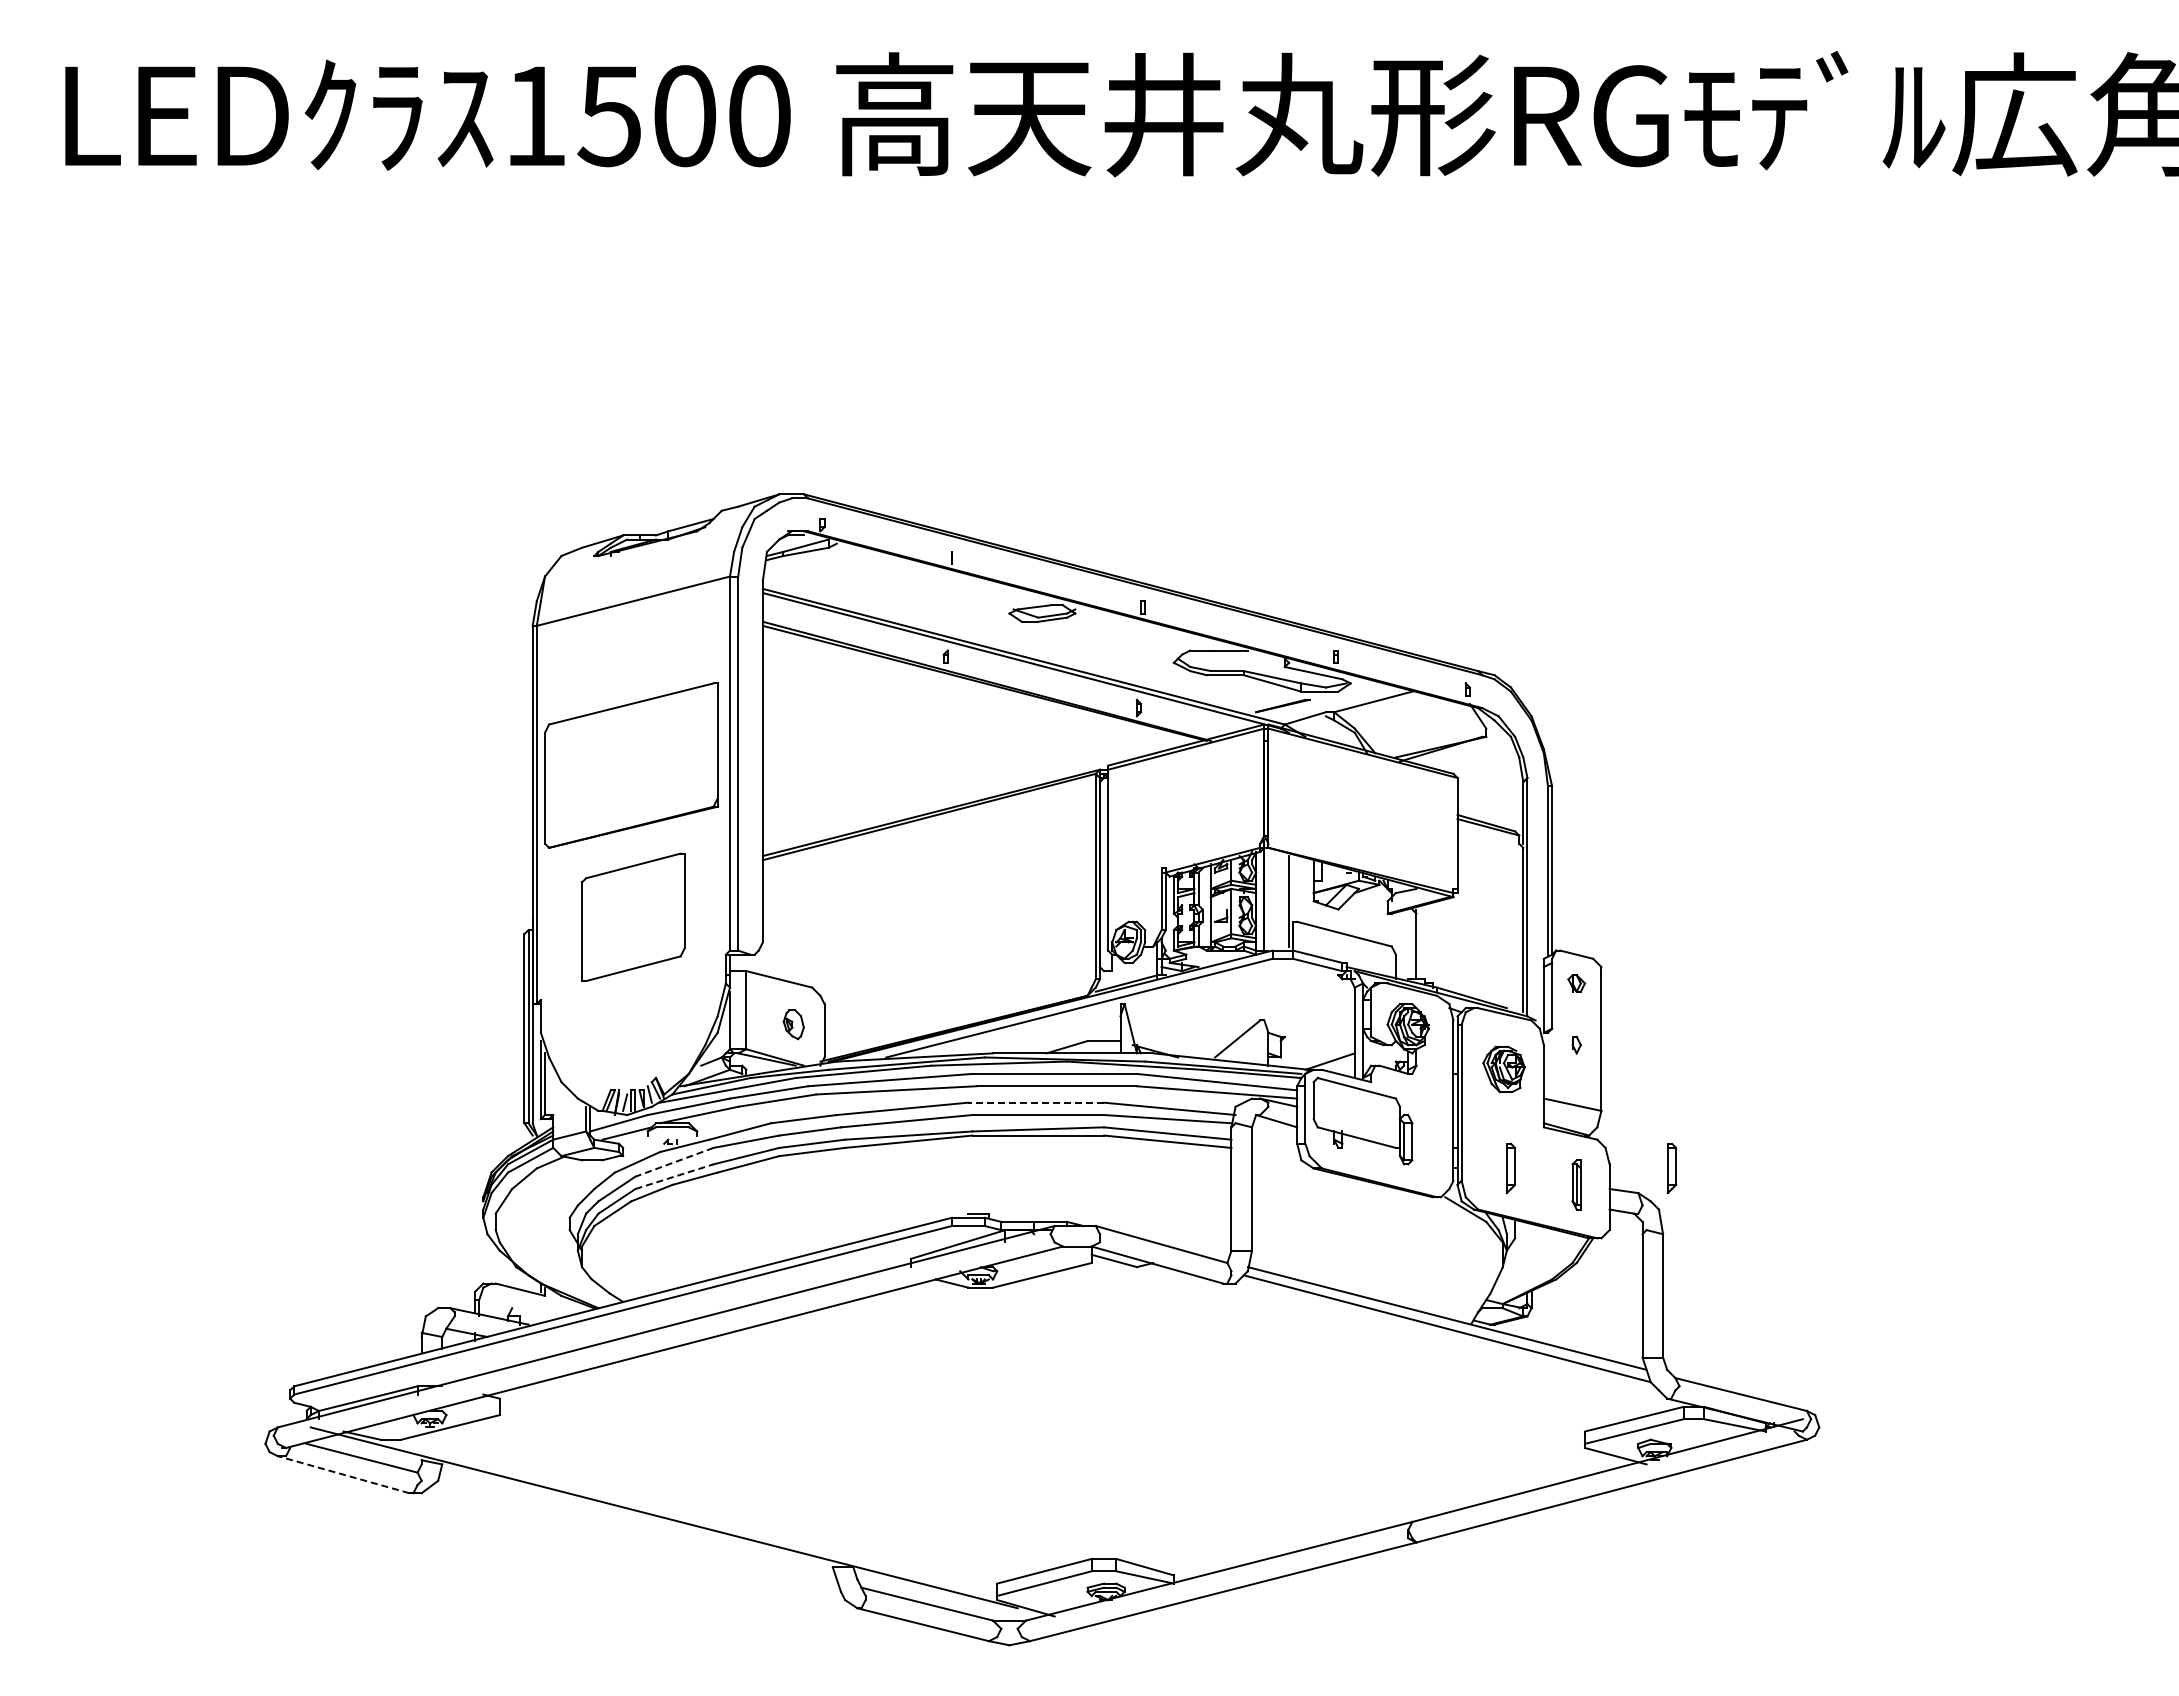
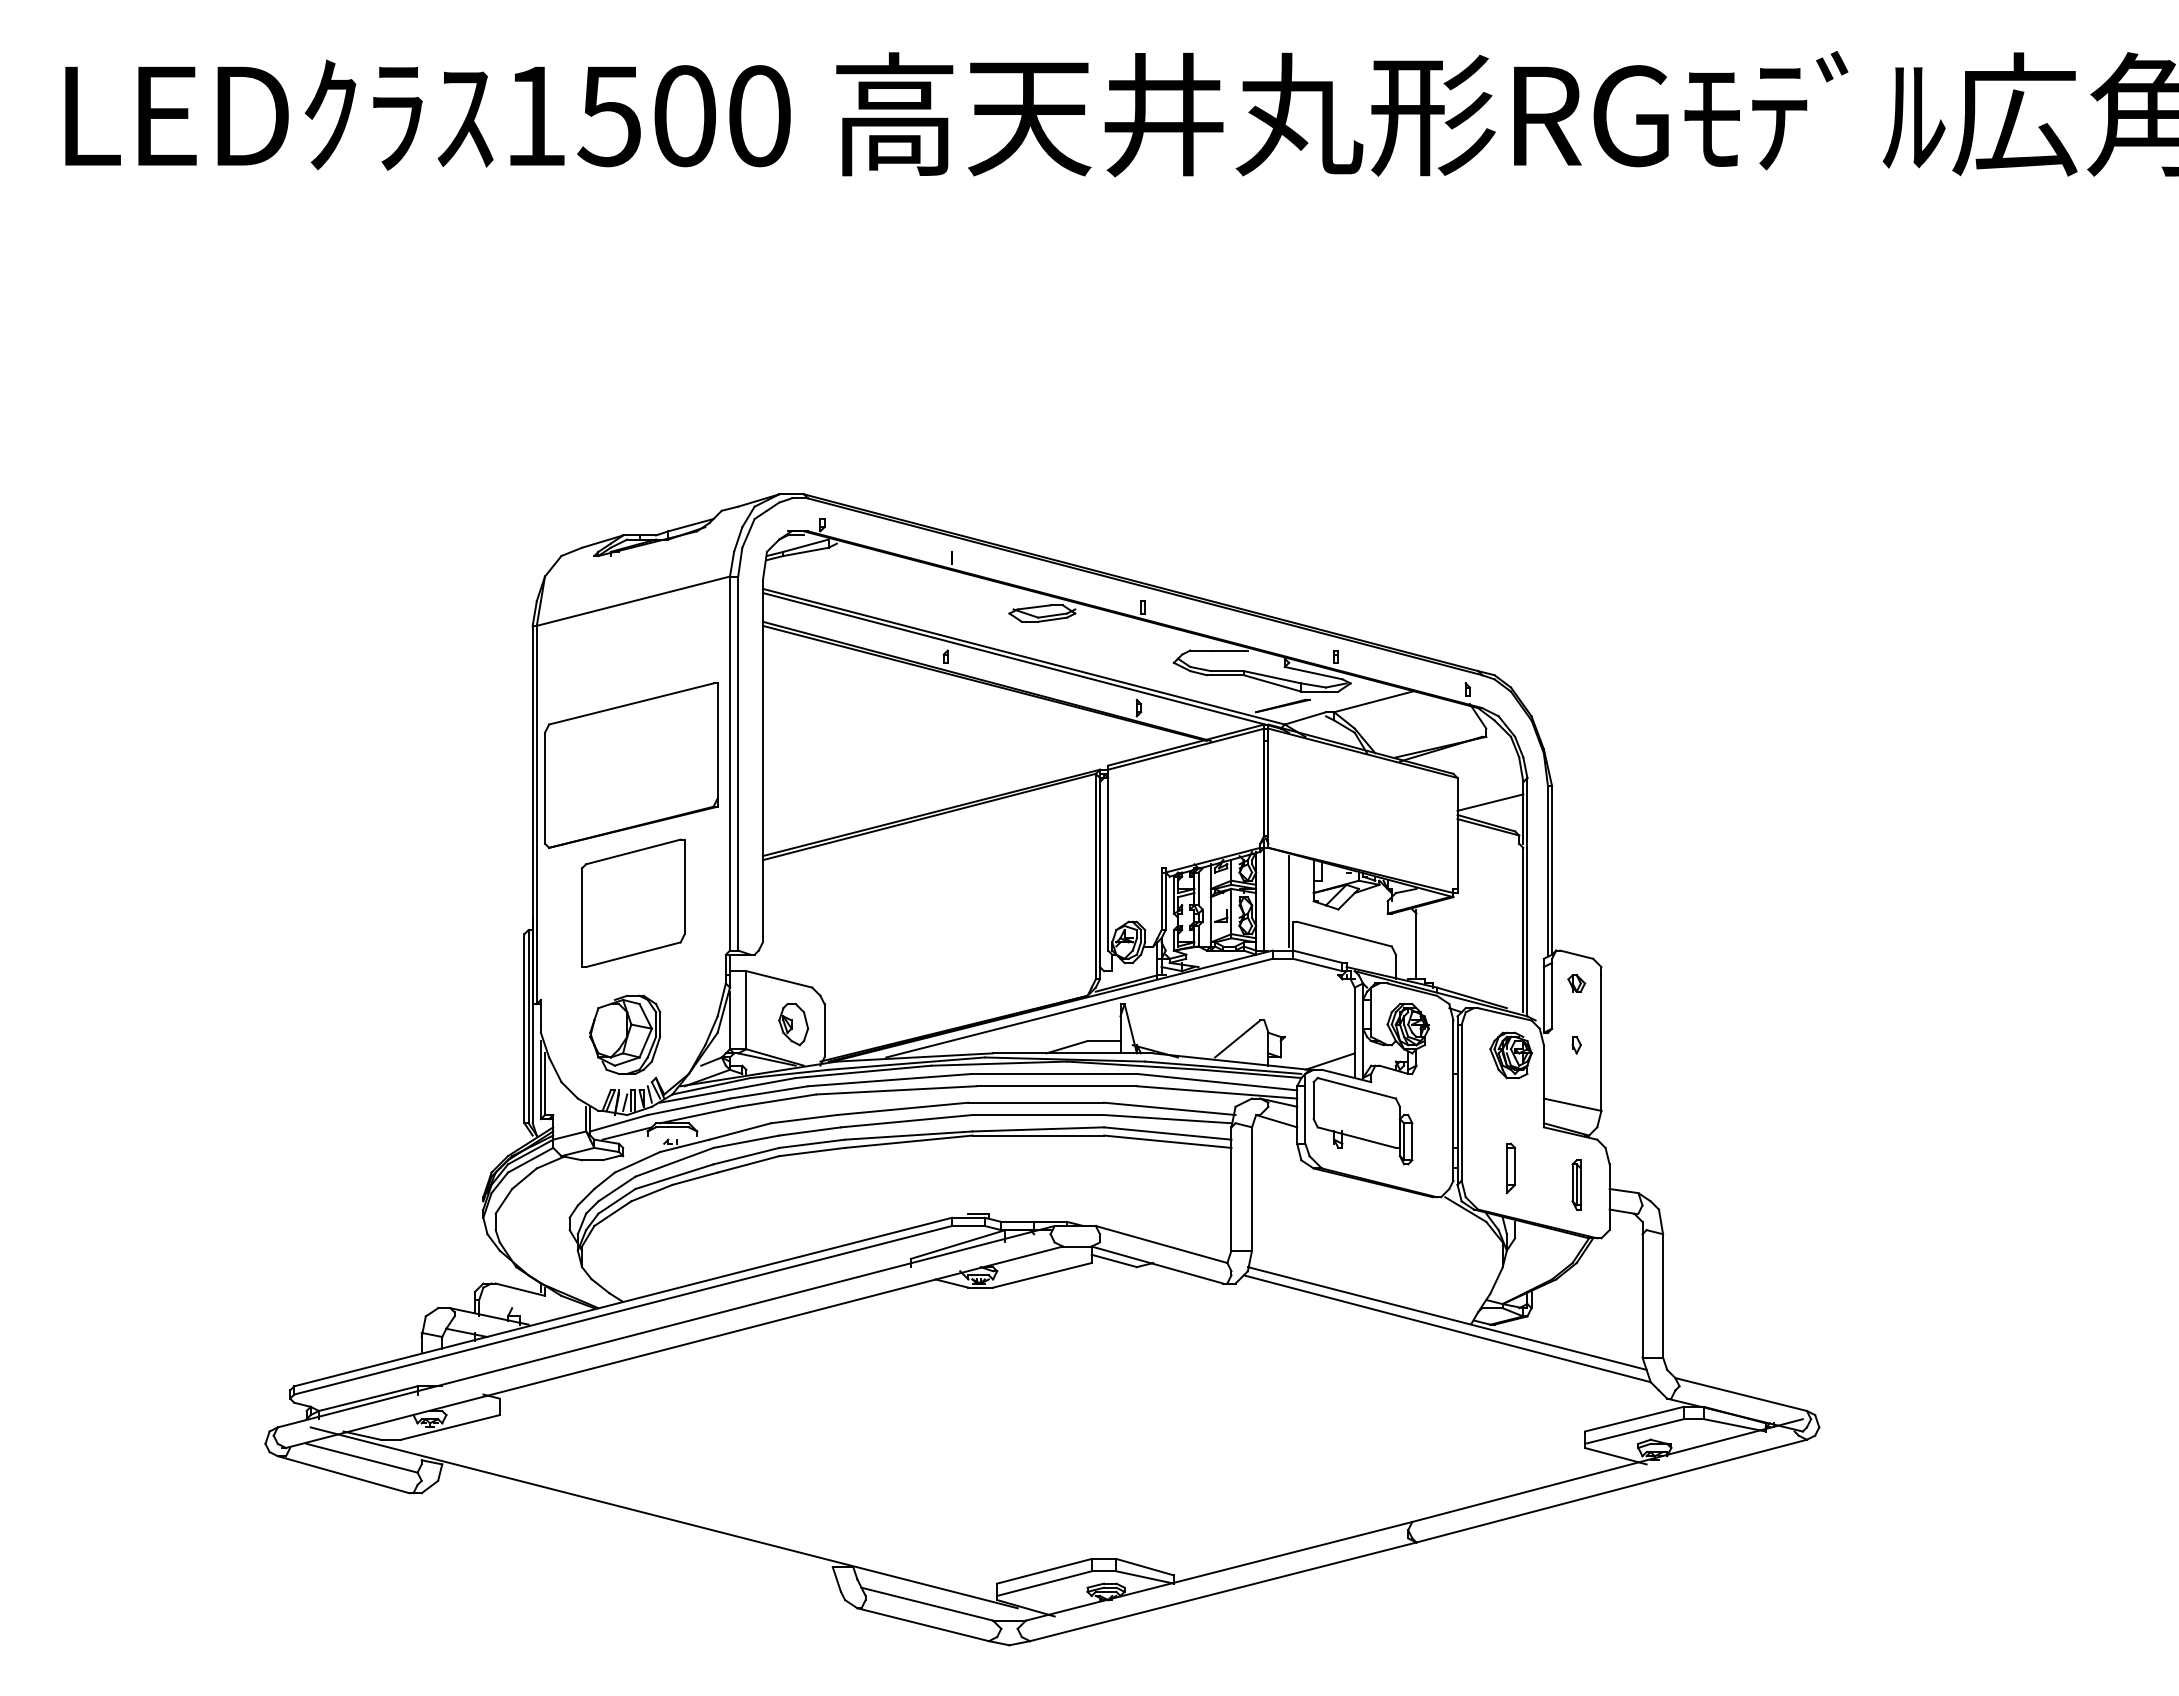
line at (1490, 802): none -> present
part at (633, 916) position: (633, 916) -> (633, 902)
part at (793, 1024) size: 23x32 px -> 32x44 px
part at (625, 1034): none -> present
part at (1503, 1069) position: (1503, 1069) -> (1510, 1055)
line at (1036, 1102): dashed -> solid
line at (674, 1162): dashed -> solid
part at (1671, 1168): present -> none
line at (674, 1176): dashed -> solid
line at (343, 1474): dashed -> solid
